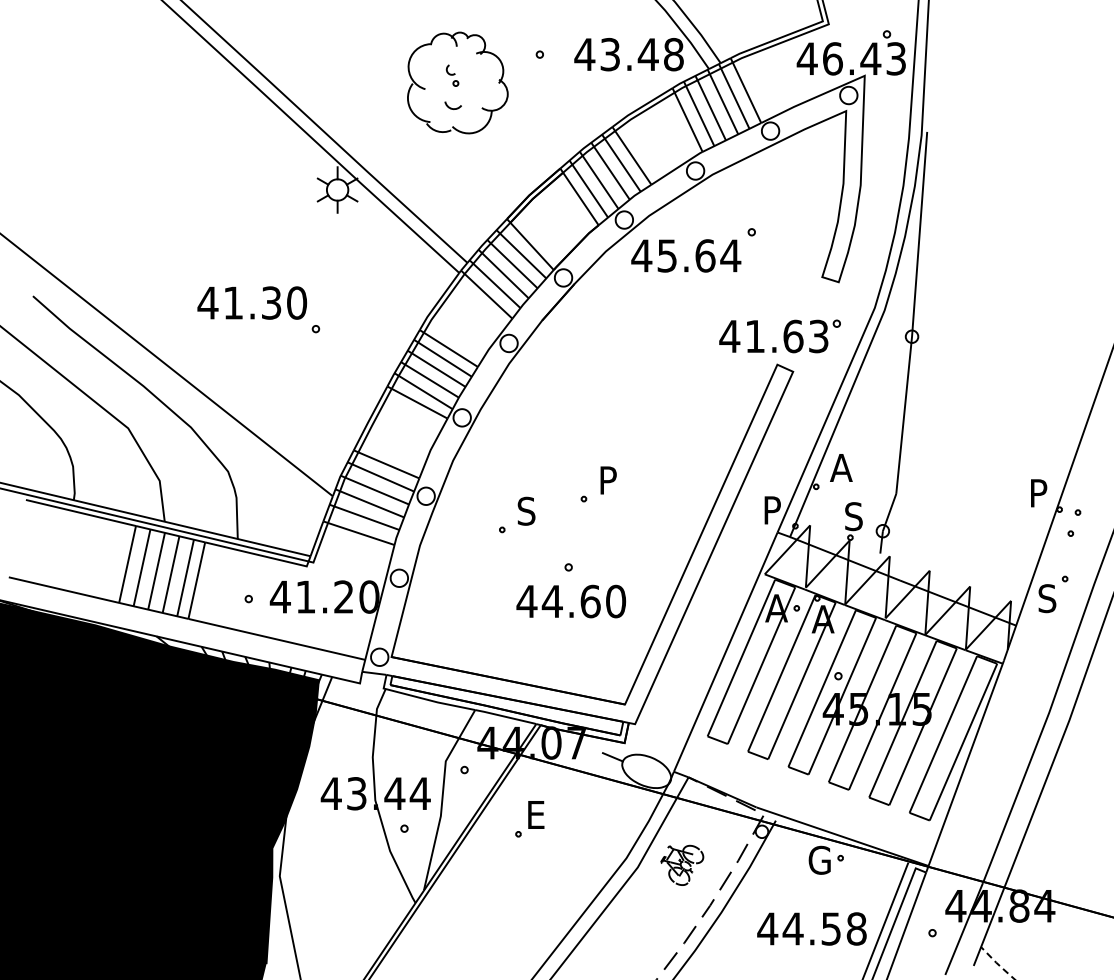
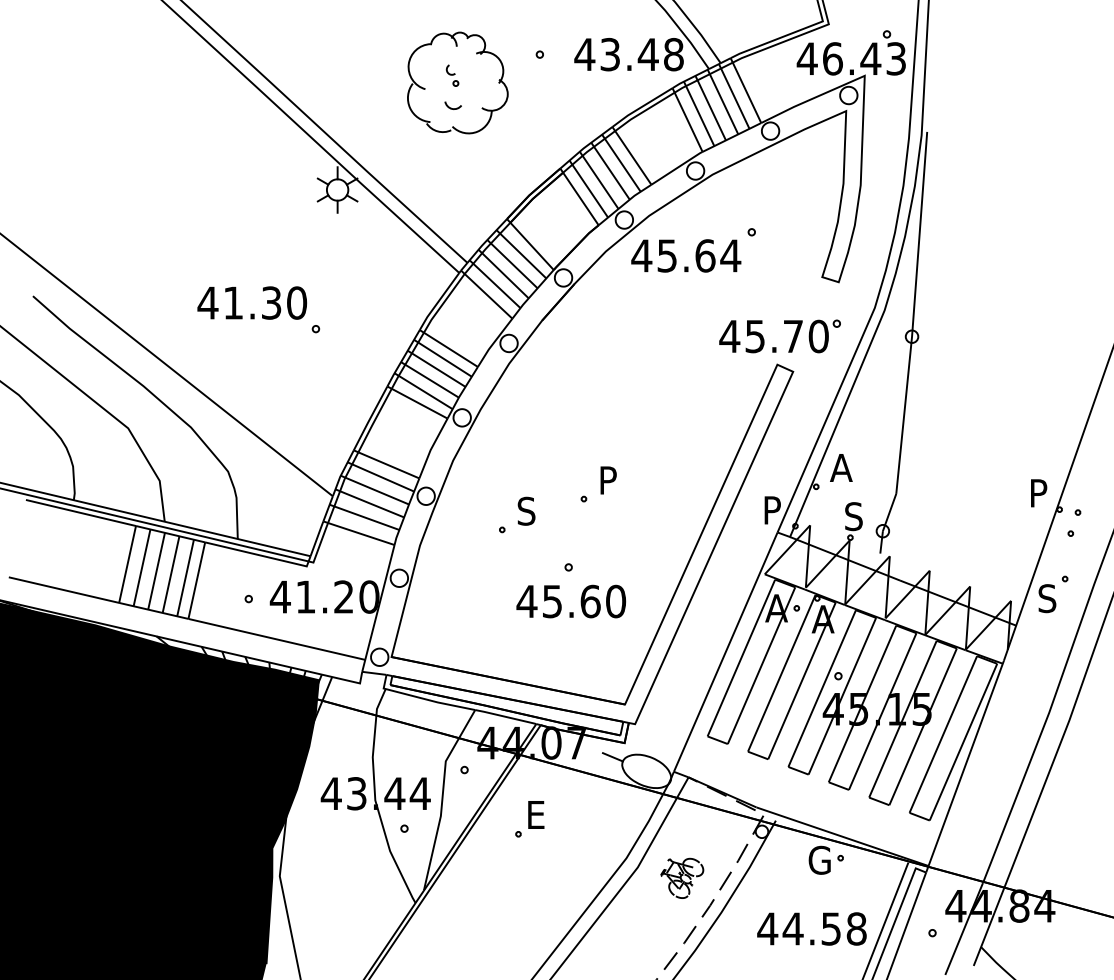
text at (786, 336): 41.63 -> 45.70
text at (551, 601): 44.60 -> 45.60
part at (682, 864) position: (682, 864) -> (682, 877)
line at (997, 963): dashed -> solid
